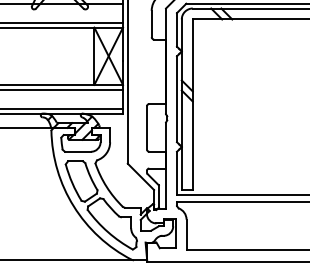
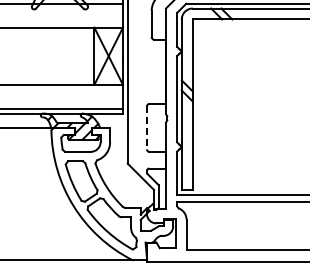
line at (62, 22): present -> none
line at (62, 89): present -> none
line at (146, 128): solid -> dashed
